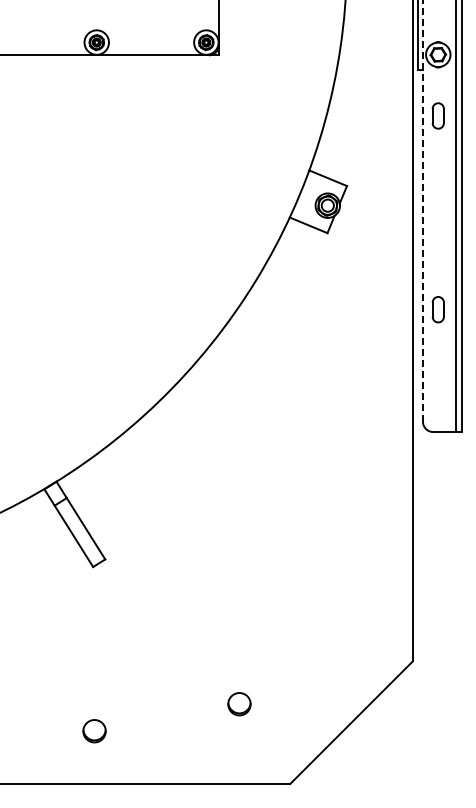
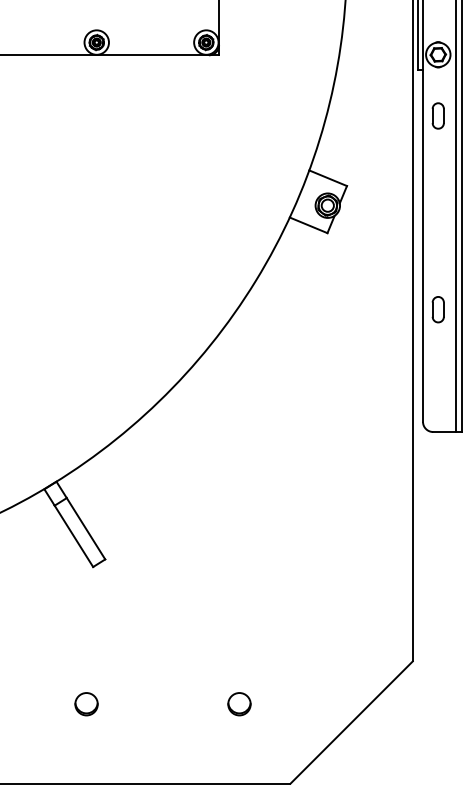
line at (423, 210): dashed -> solid
part at (94, 731) position: (94, 731) -> (86, 704)
